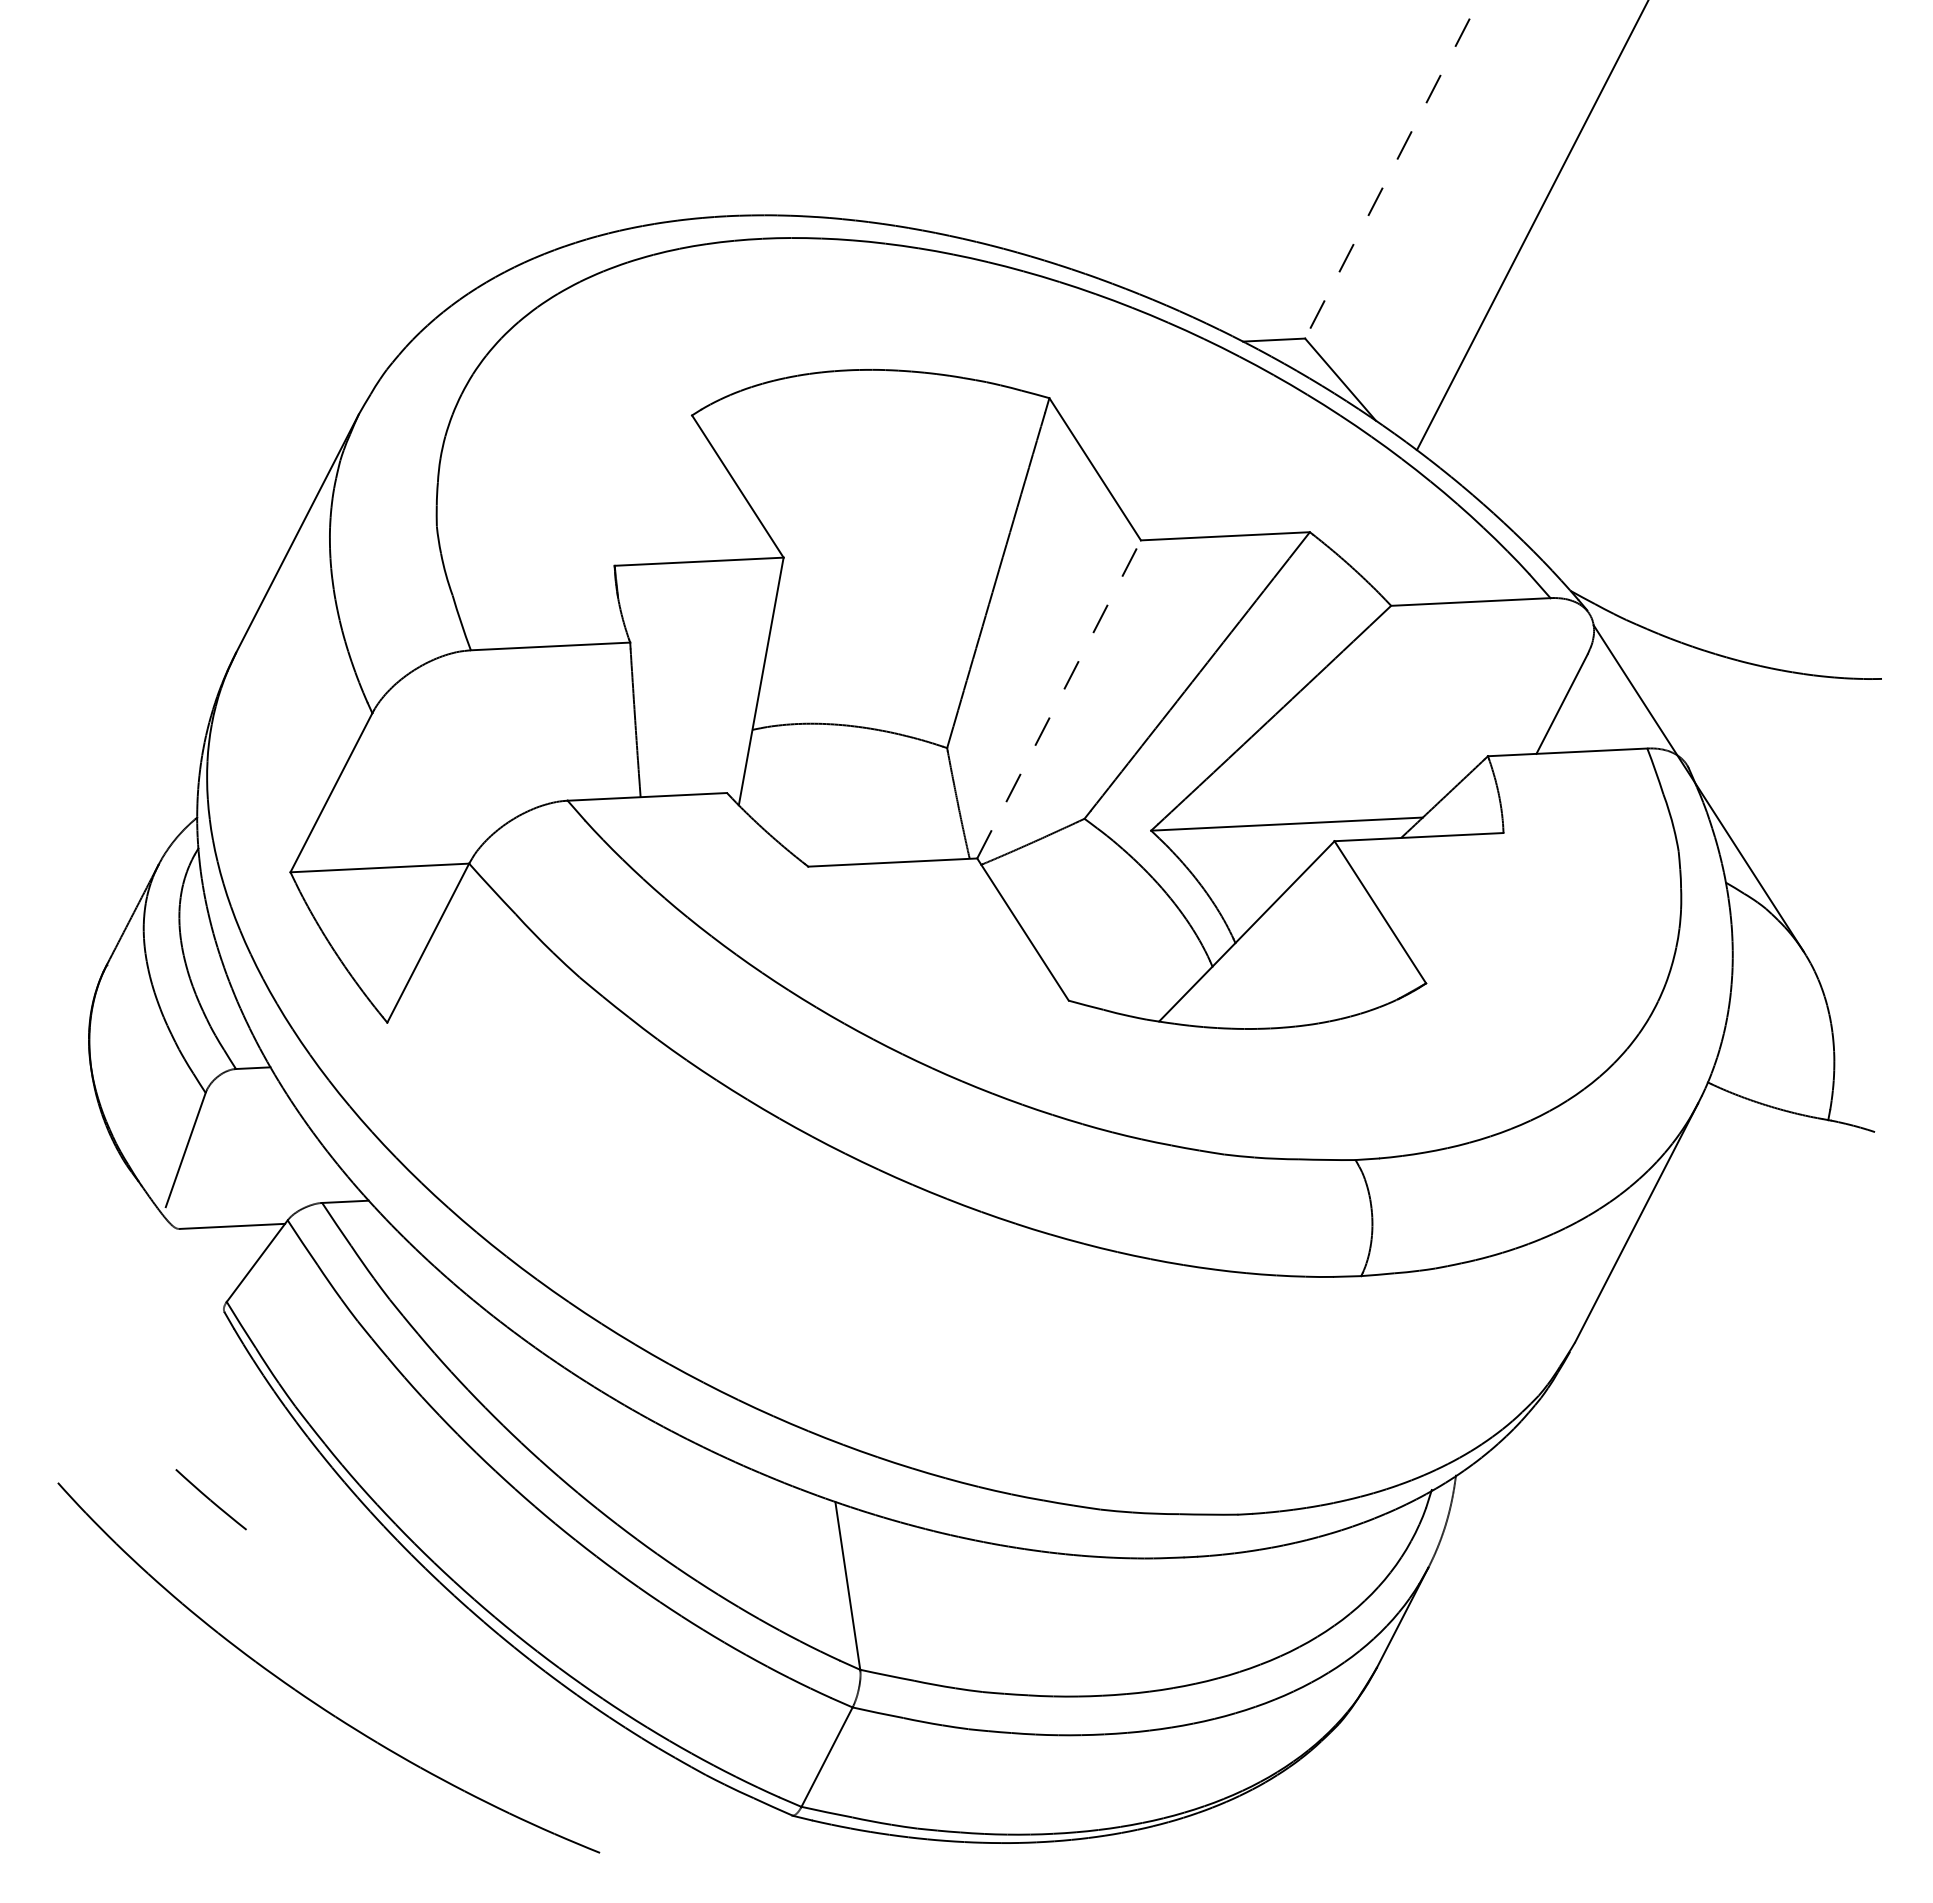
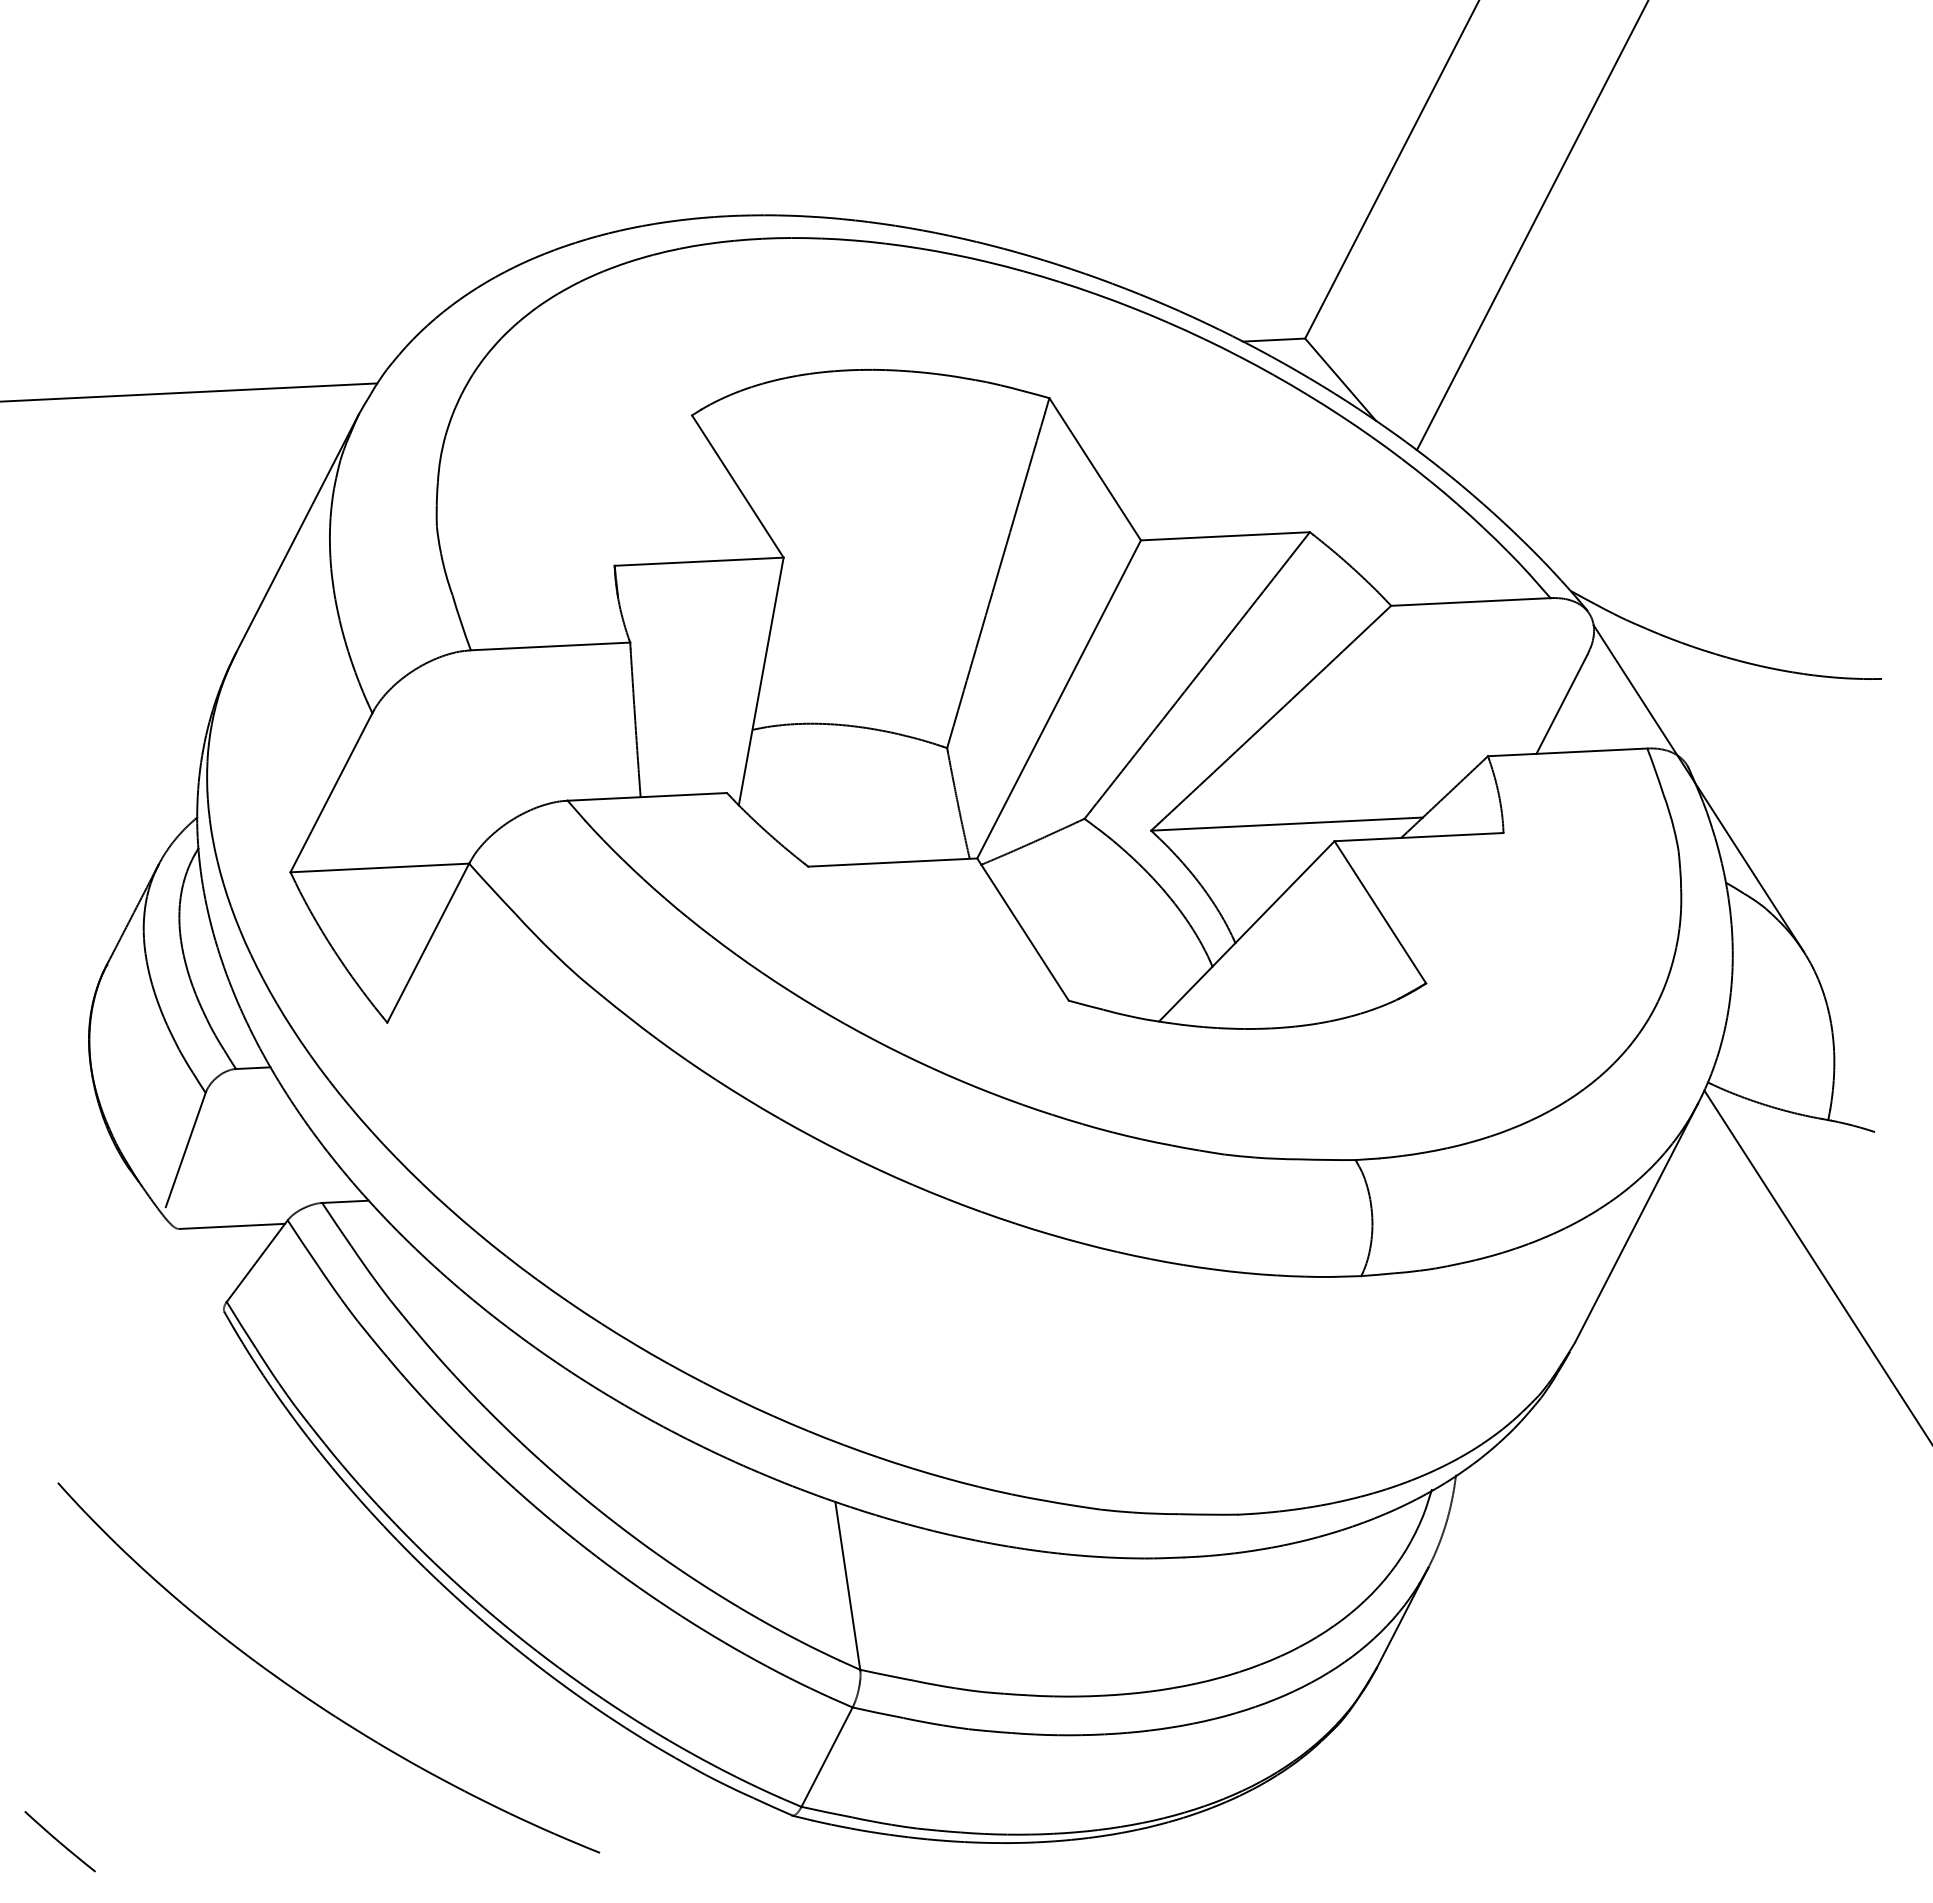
line at (1392, 169): dashed -> solid
line at (189, 392): none -> present
line at (1059, 699): dashed -> solid
line at (1816, 1265): none -> present
line at (210, 1499) position: (210, 1499) -> (59, 1841)
